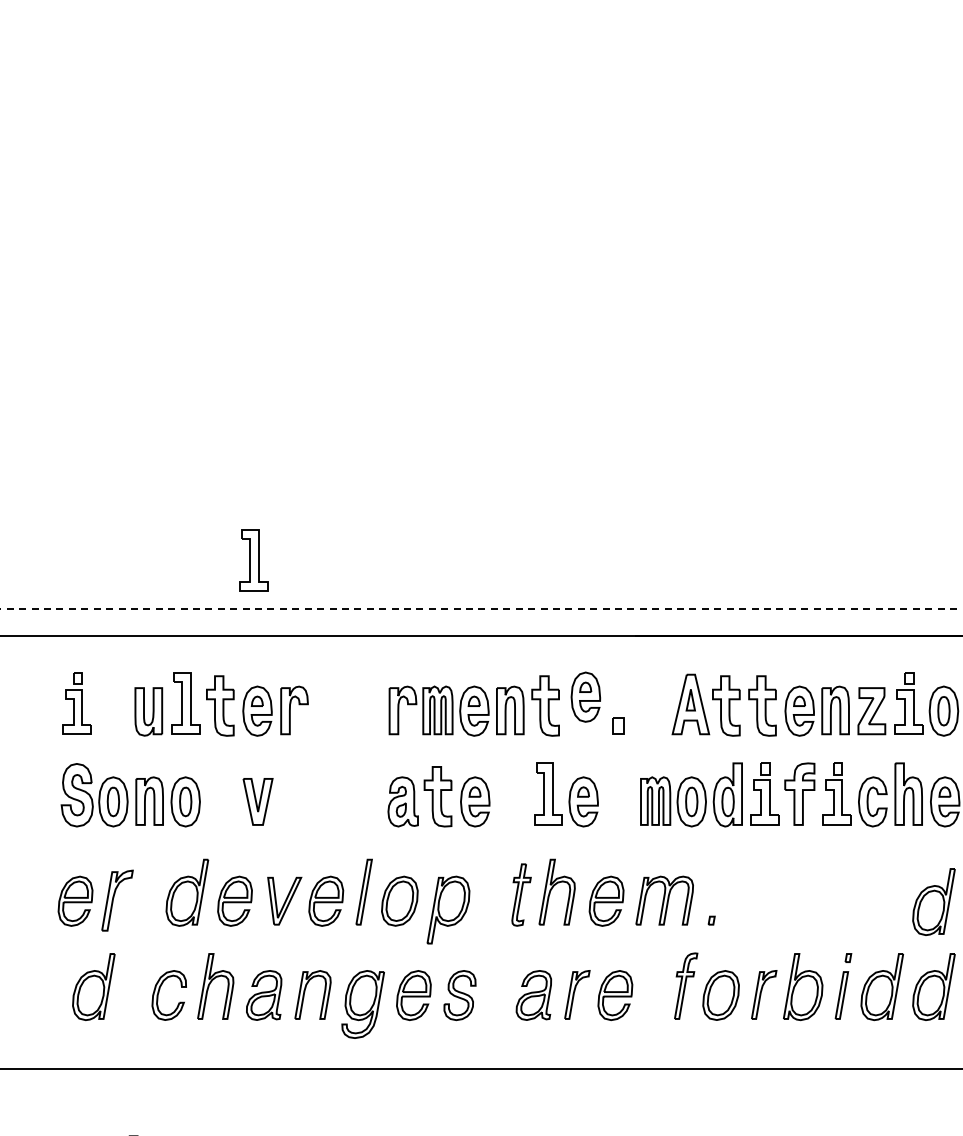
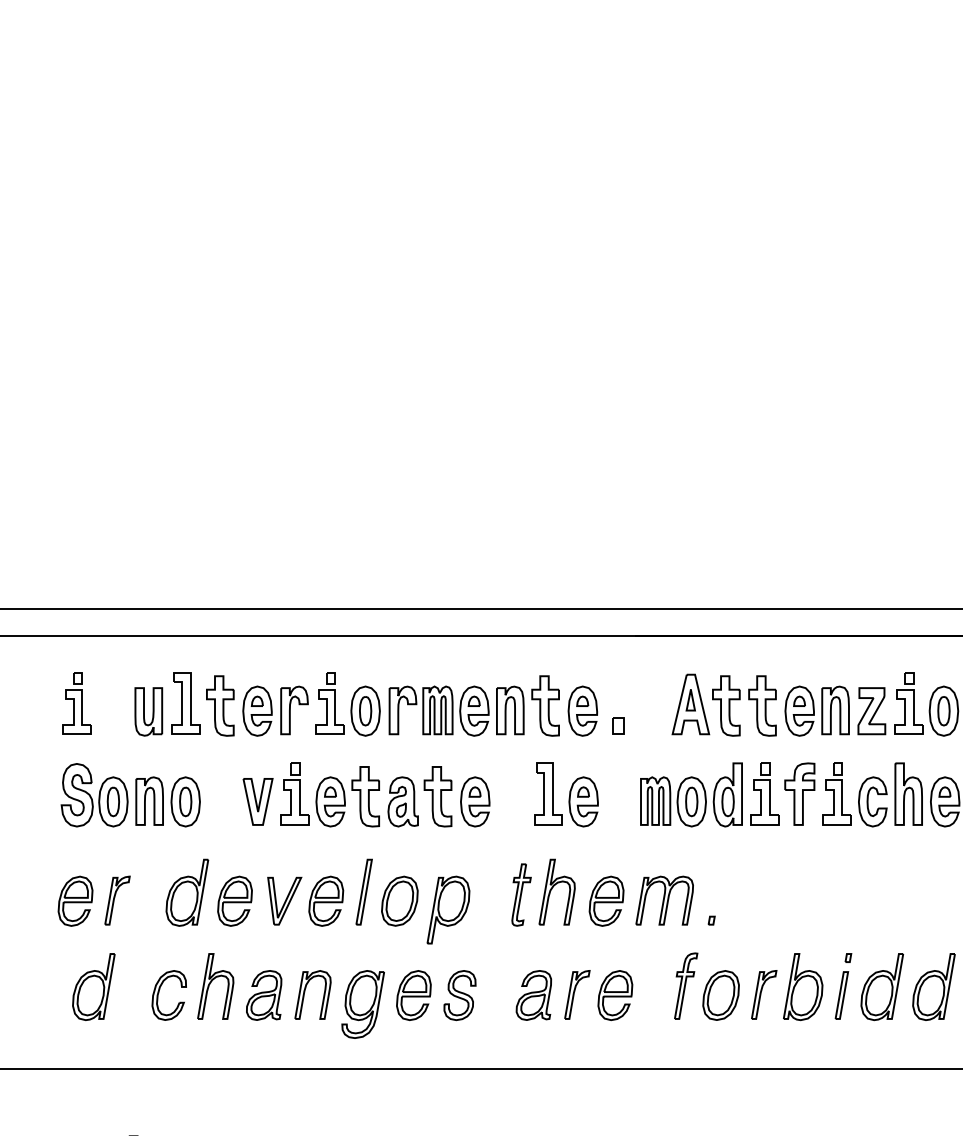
part at (253, 560): present -> none
line at (481, 609): dashed -> solid
part at (585, 696) position: (585, 696) -> (582, 710)
part at (347, 704): none -> present
part at (329, 794): none -> present
part at (117, 900) size: 33x63 px -> 27x51 px
part at (933, 901): present -> none
